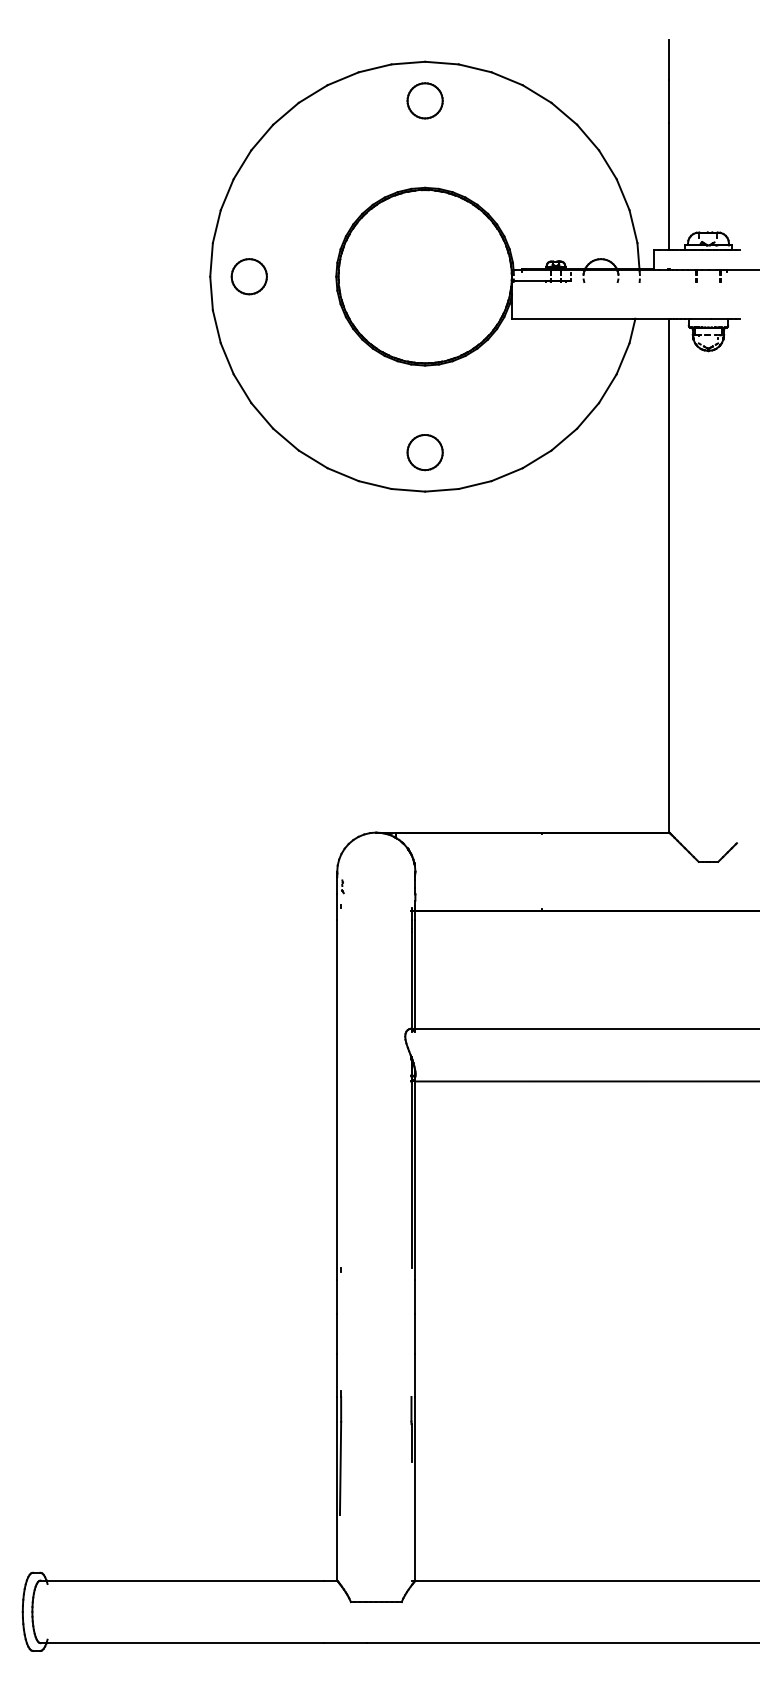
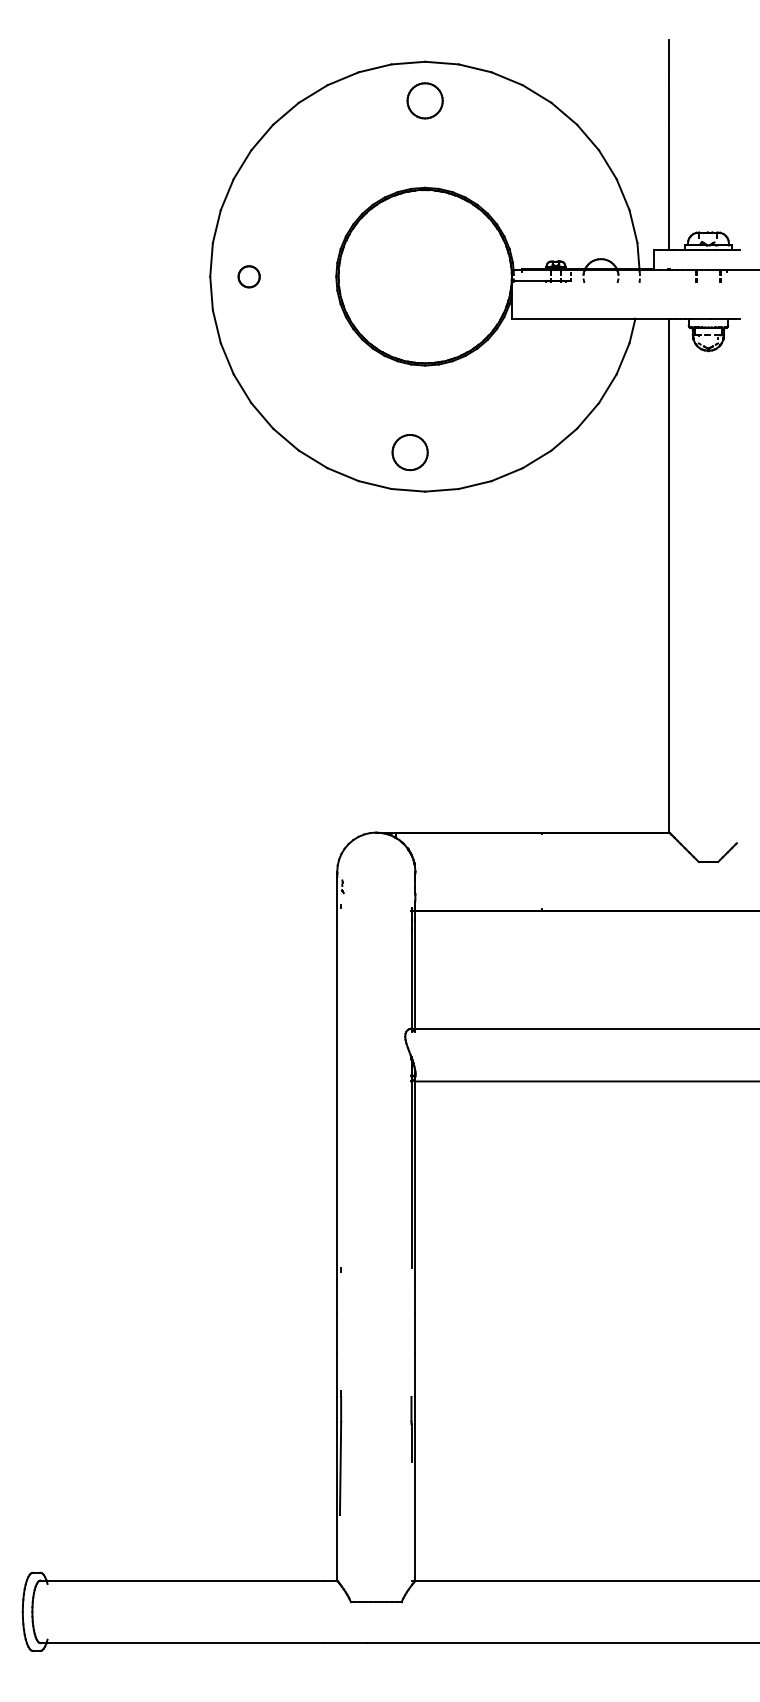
part at (248, 276) size: 38x38 px -> 24x24 px
part at (424, 452) position: (424, 452) -> (409, 452)
